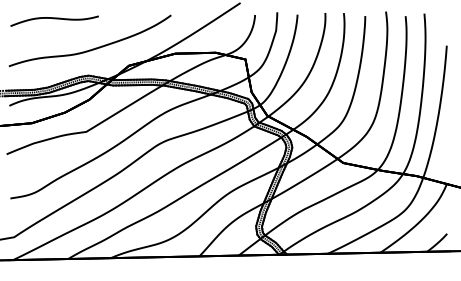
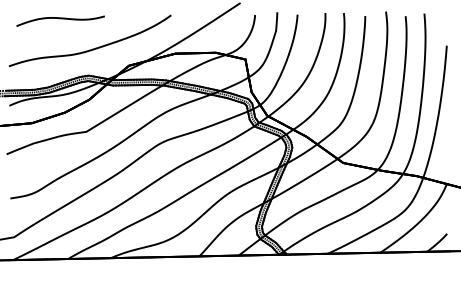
part at (54, 20) position: (54, 20) -> (60, 20)
